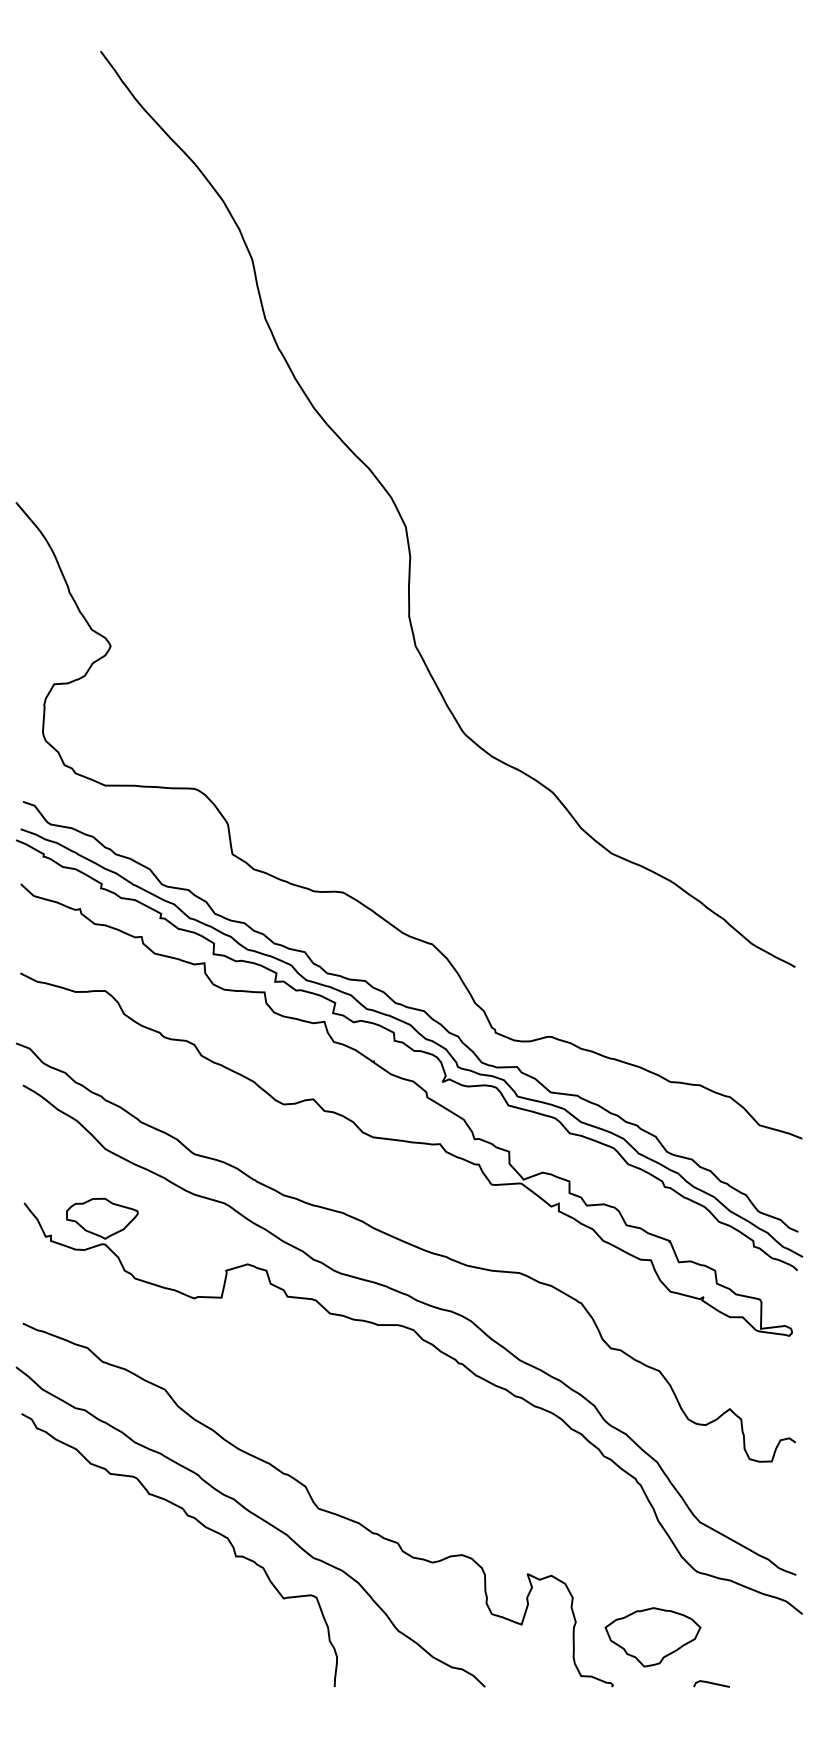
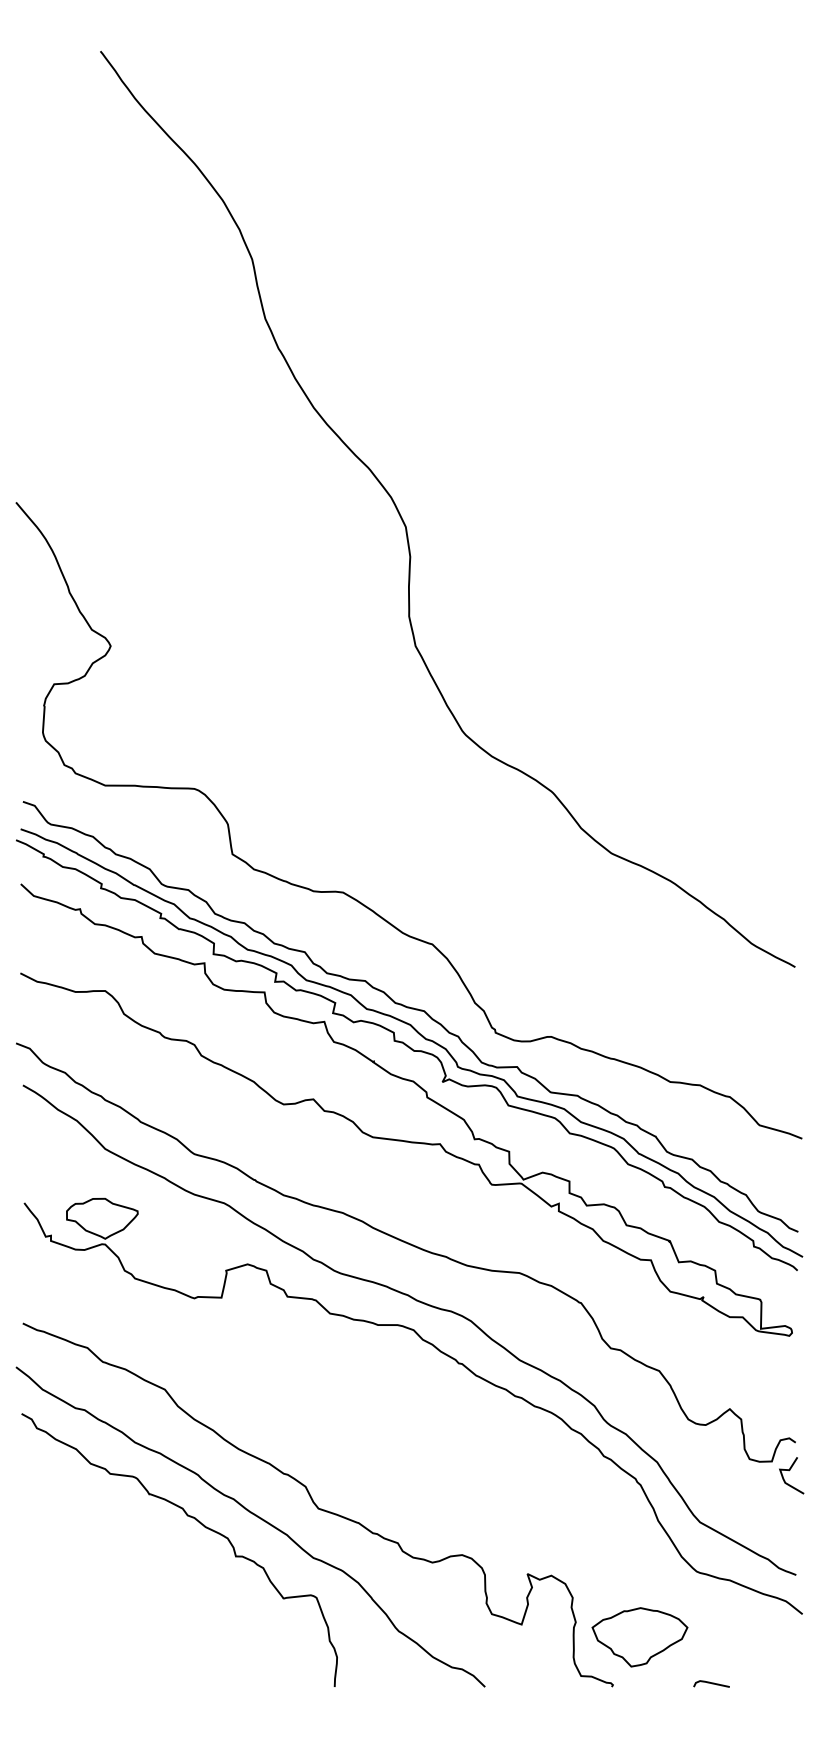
curve at (789, 1471): none -> present
part at (652, 1637) position: (652, 1637) -> (639, 1637)
